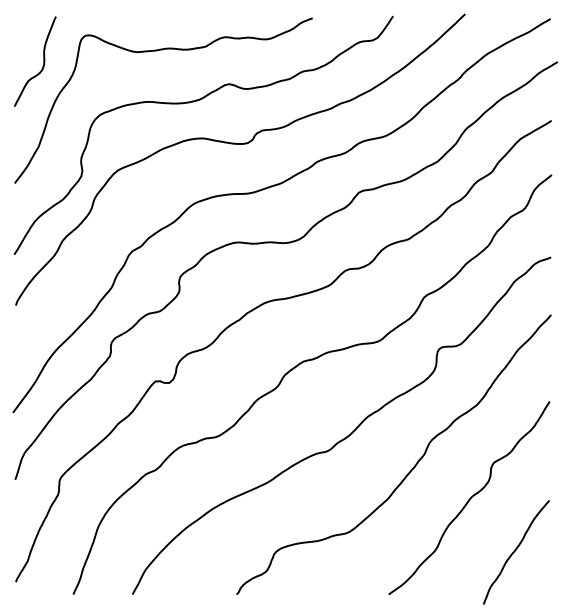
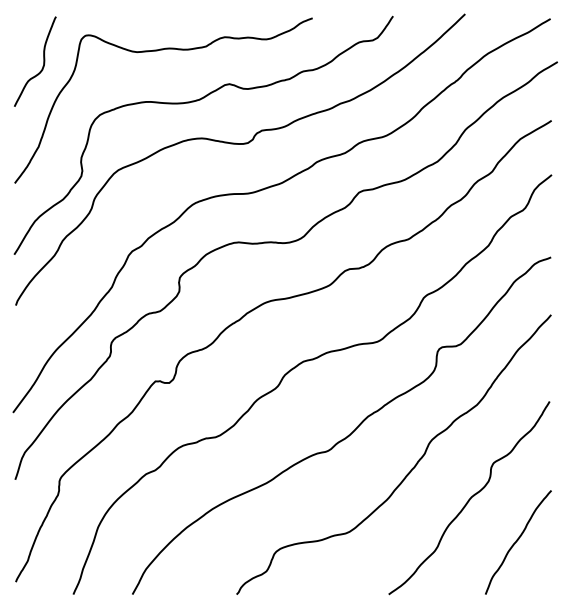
curve at (515, 551) position: (515, 551) -> (517, 541)
